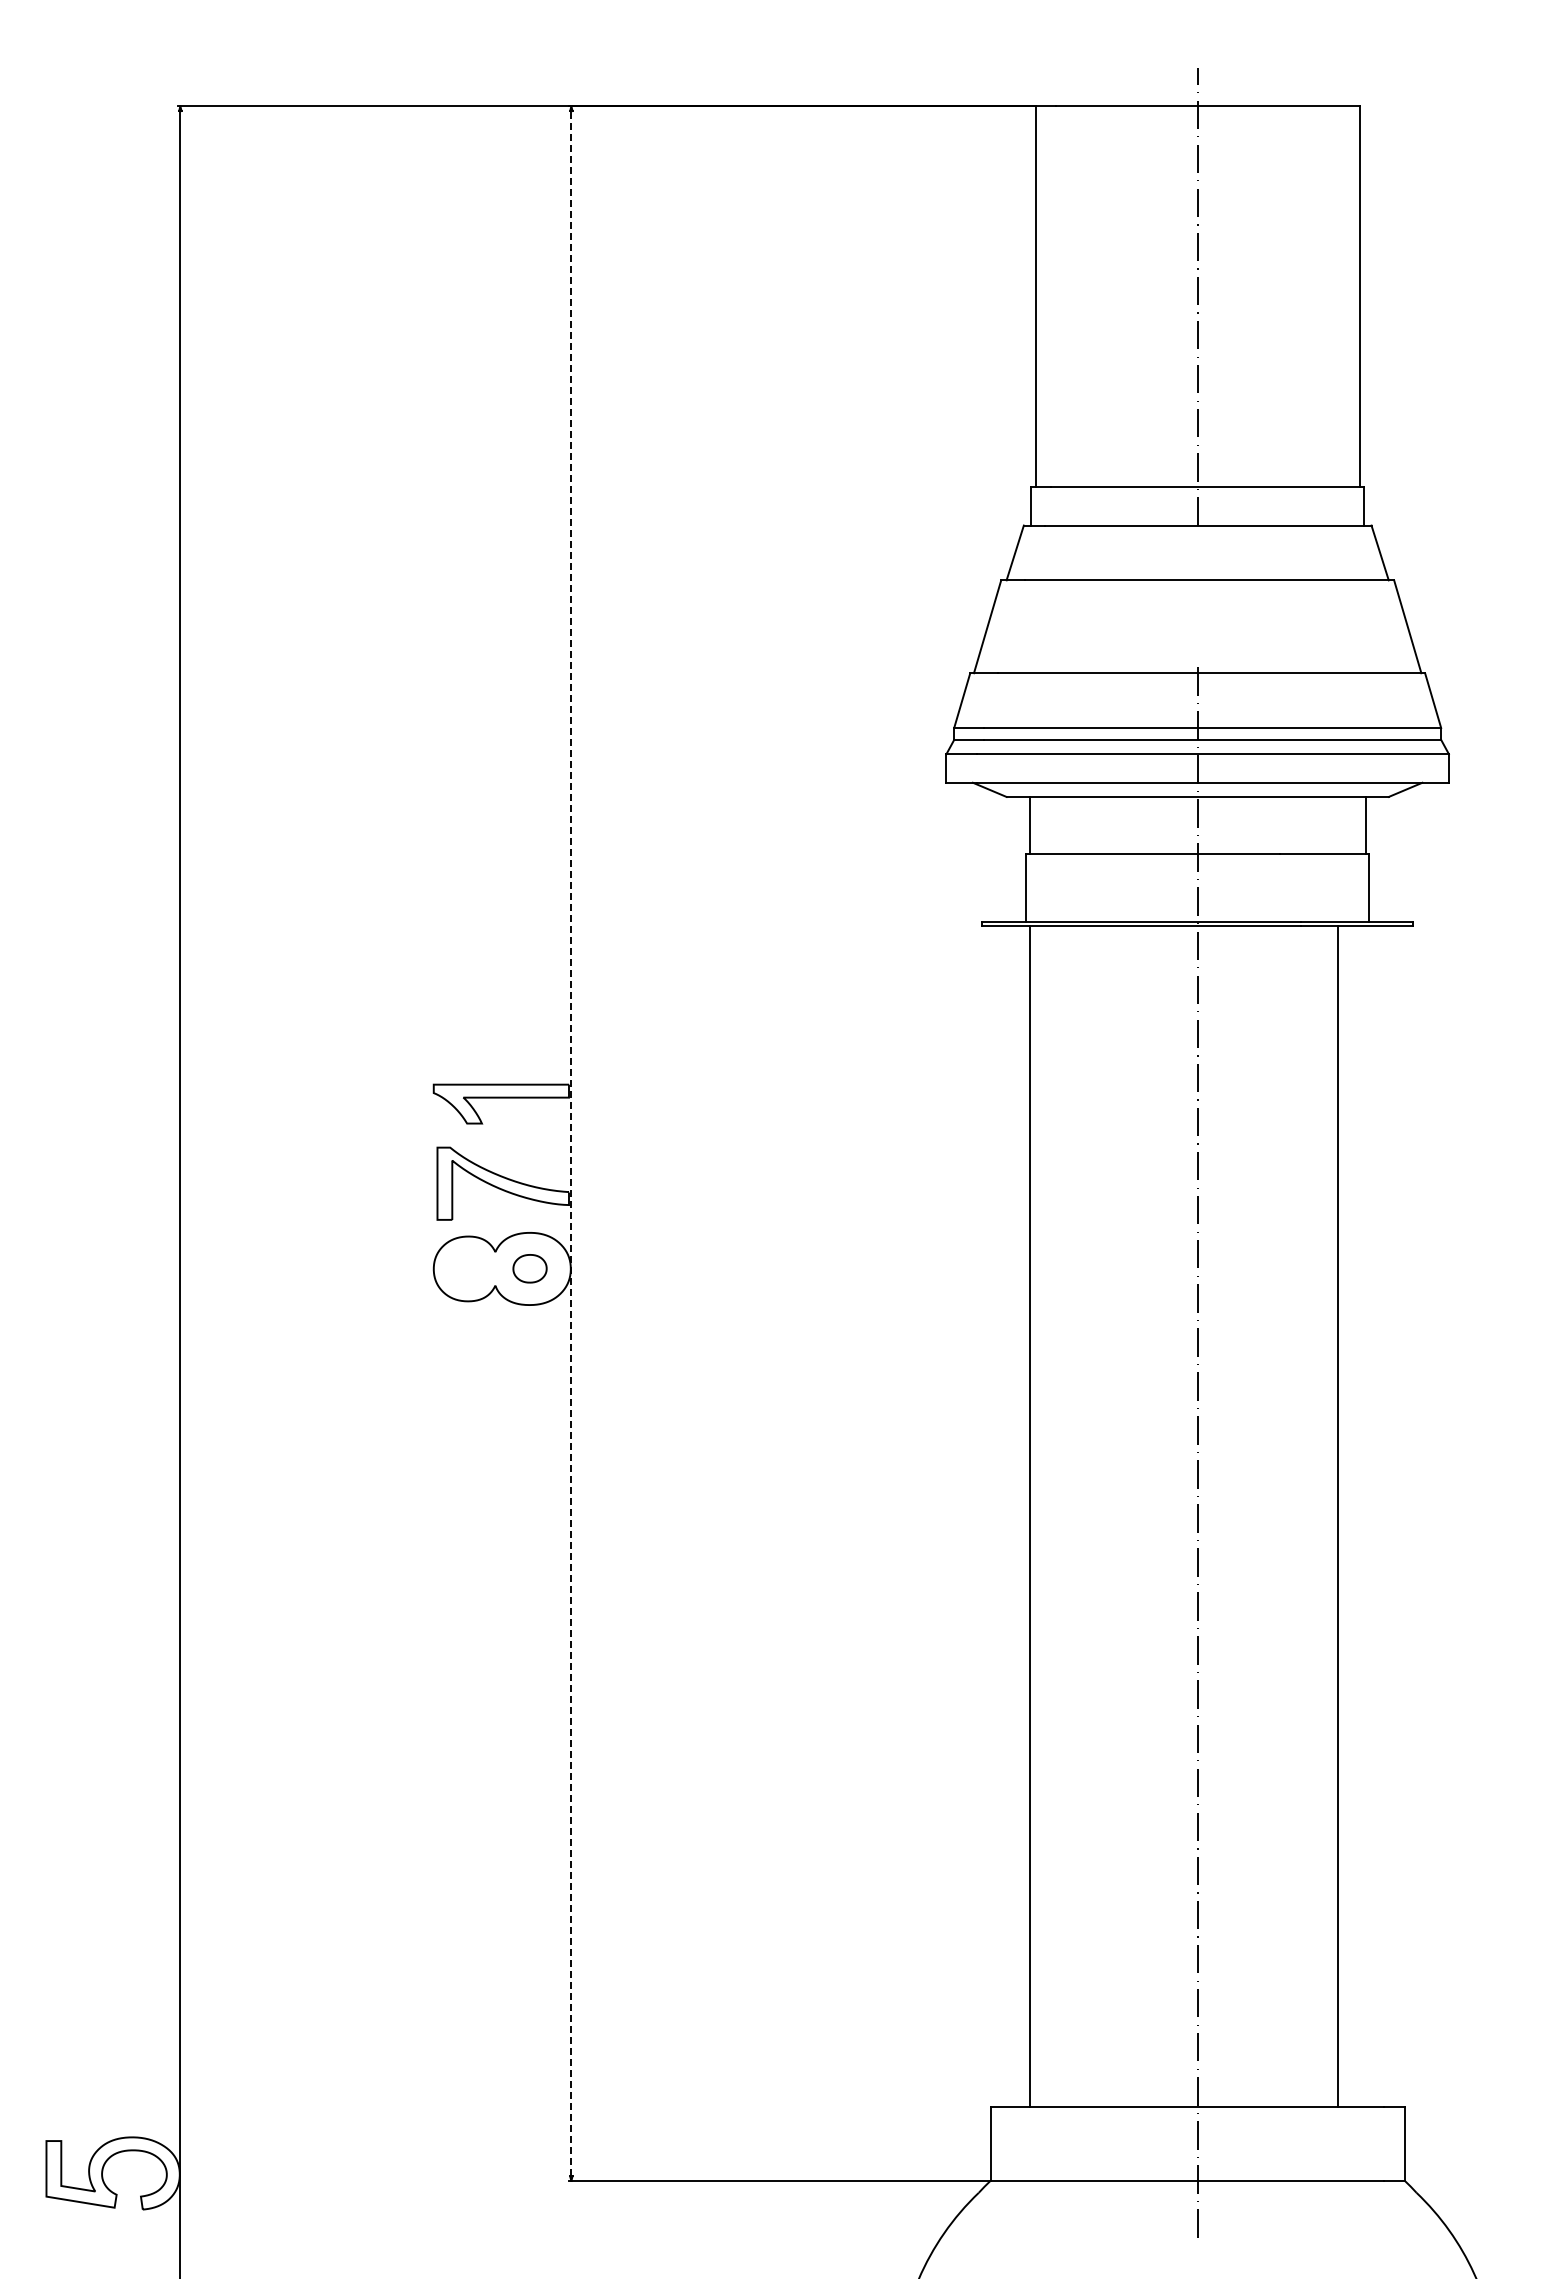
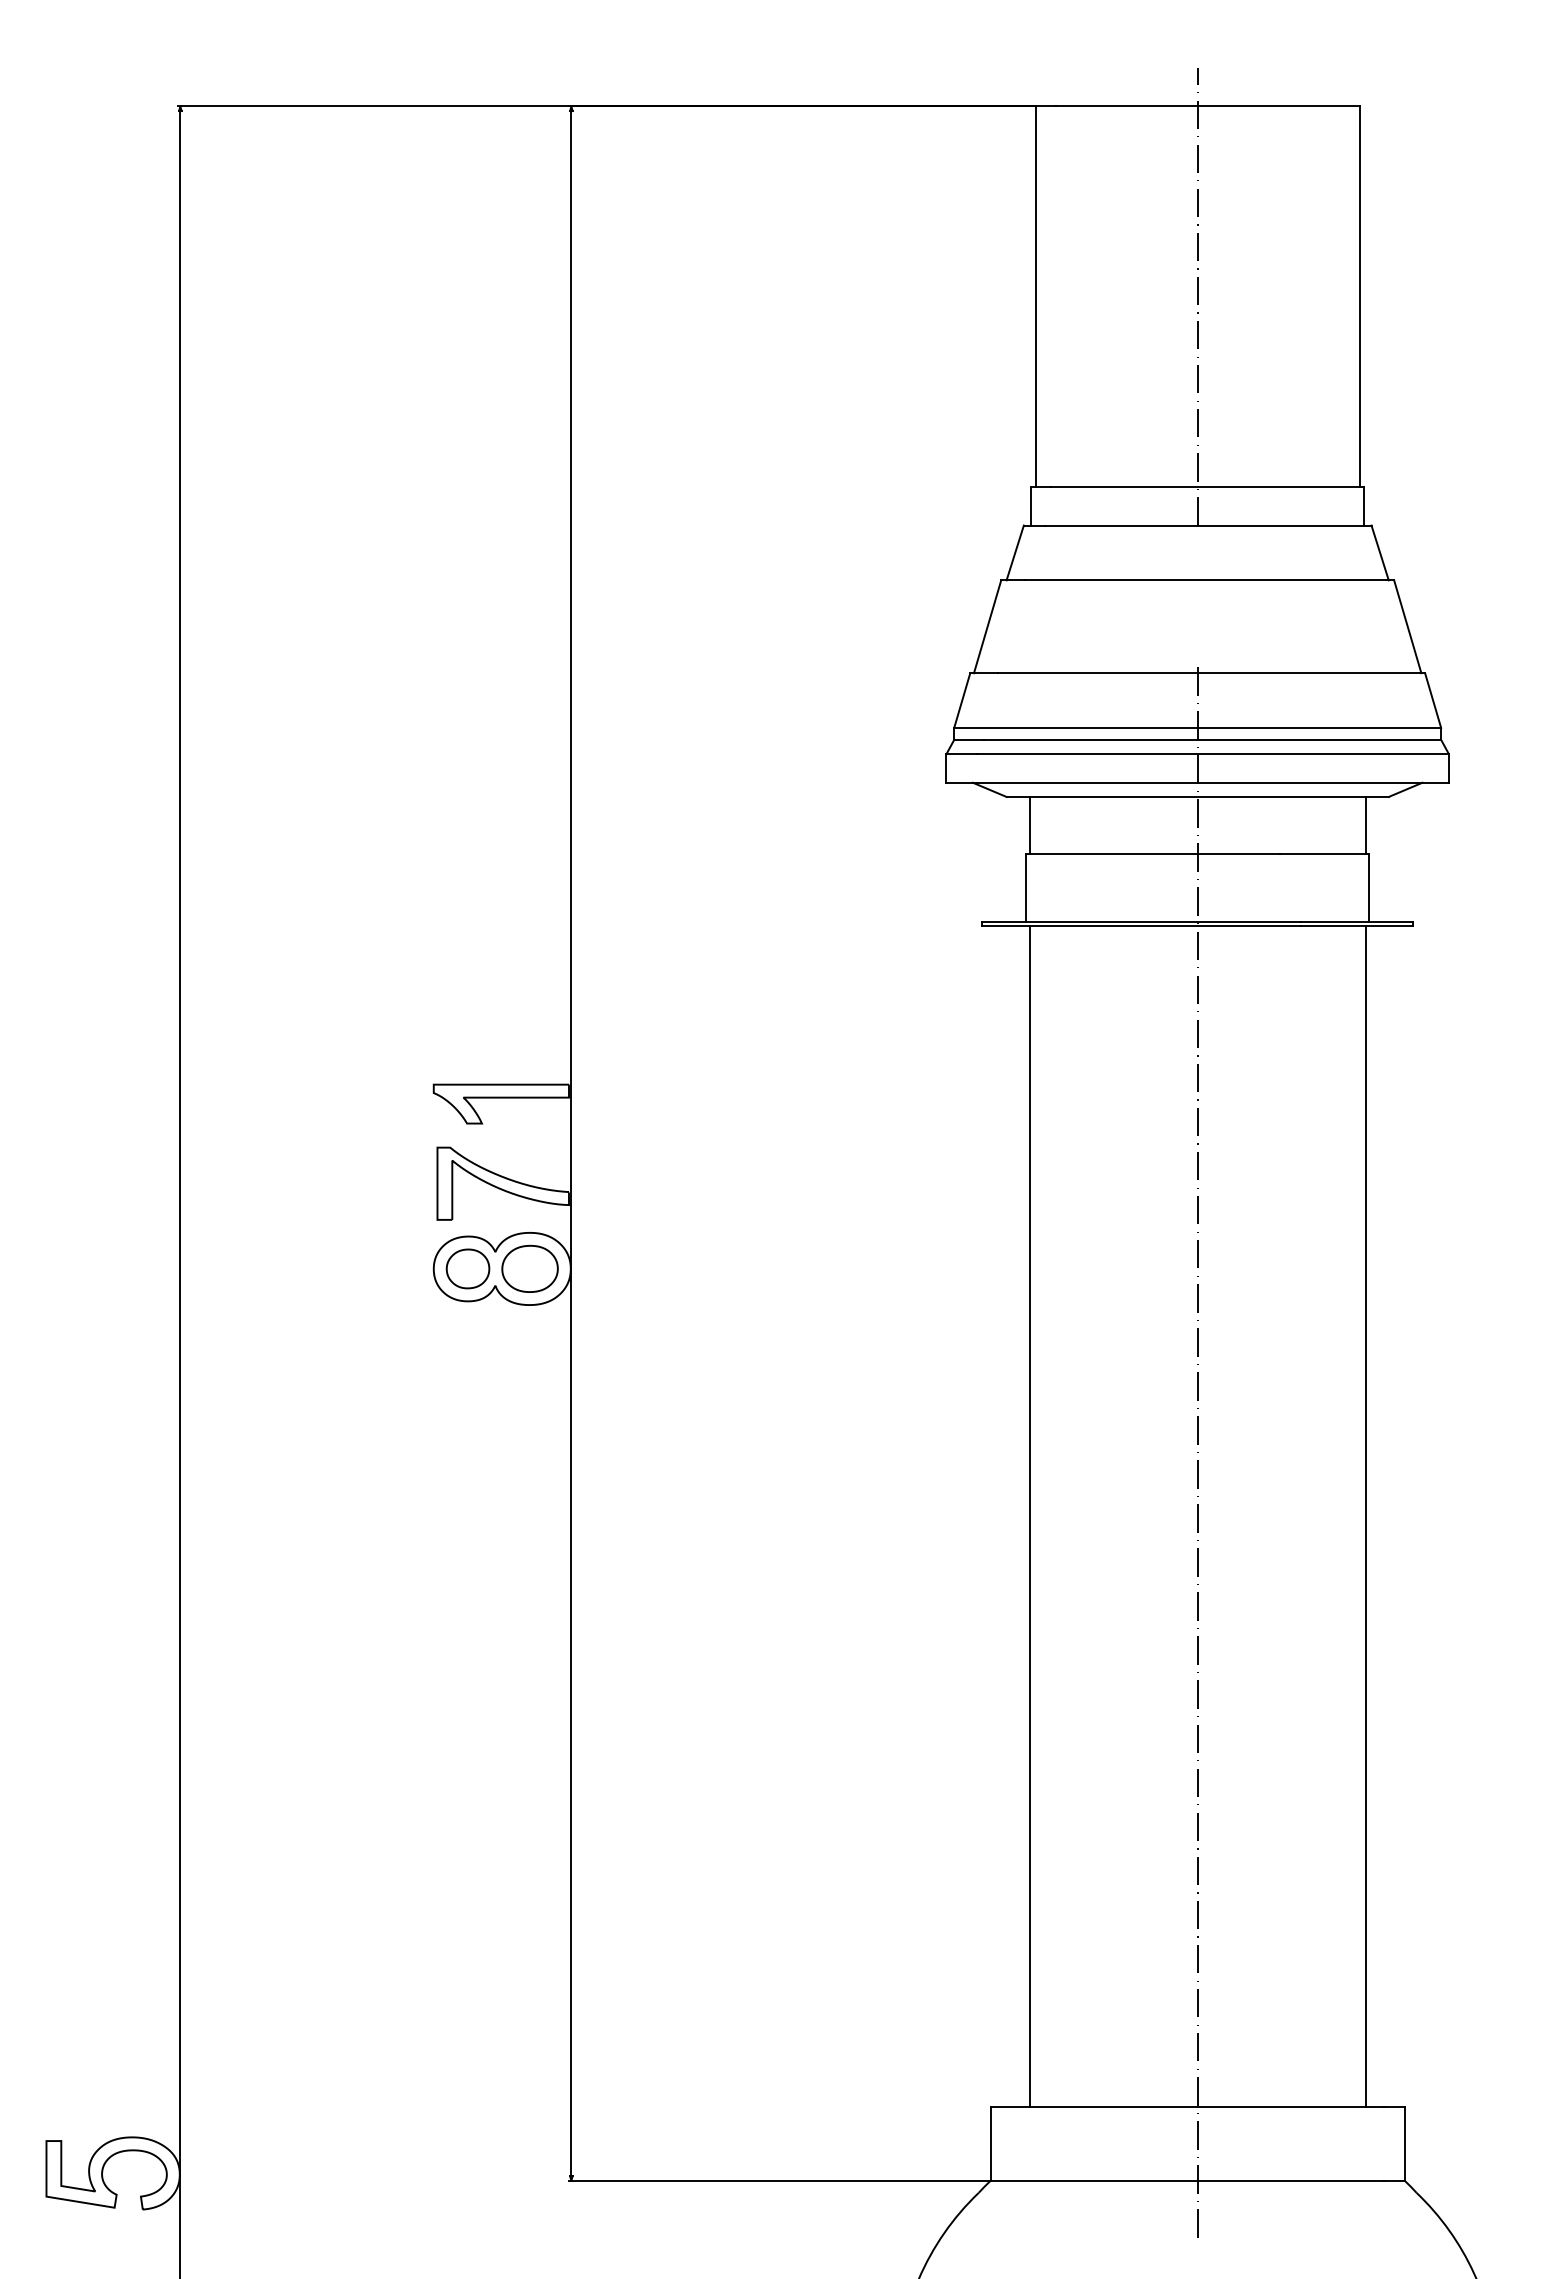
line at (571, 1143): dashed -> solid
part at (467, 1268): none -> present
part at (529, 1268) size: 36x30 px -> 58x49 px
line at (1337, 1515) position: (1337, 1515) -> (1365, 1515)
